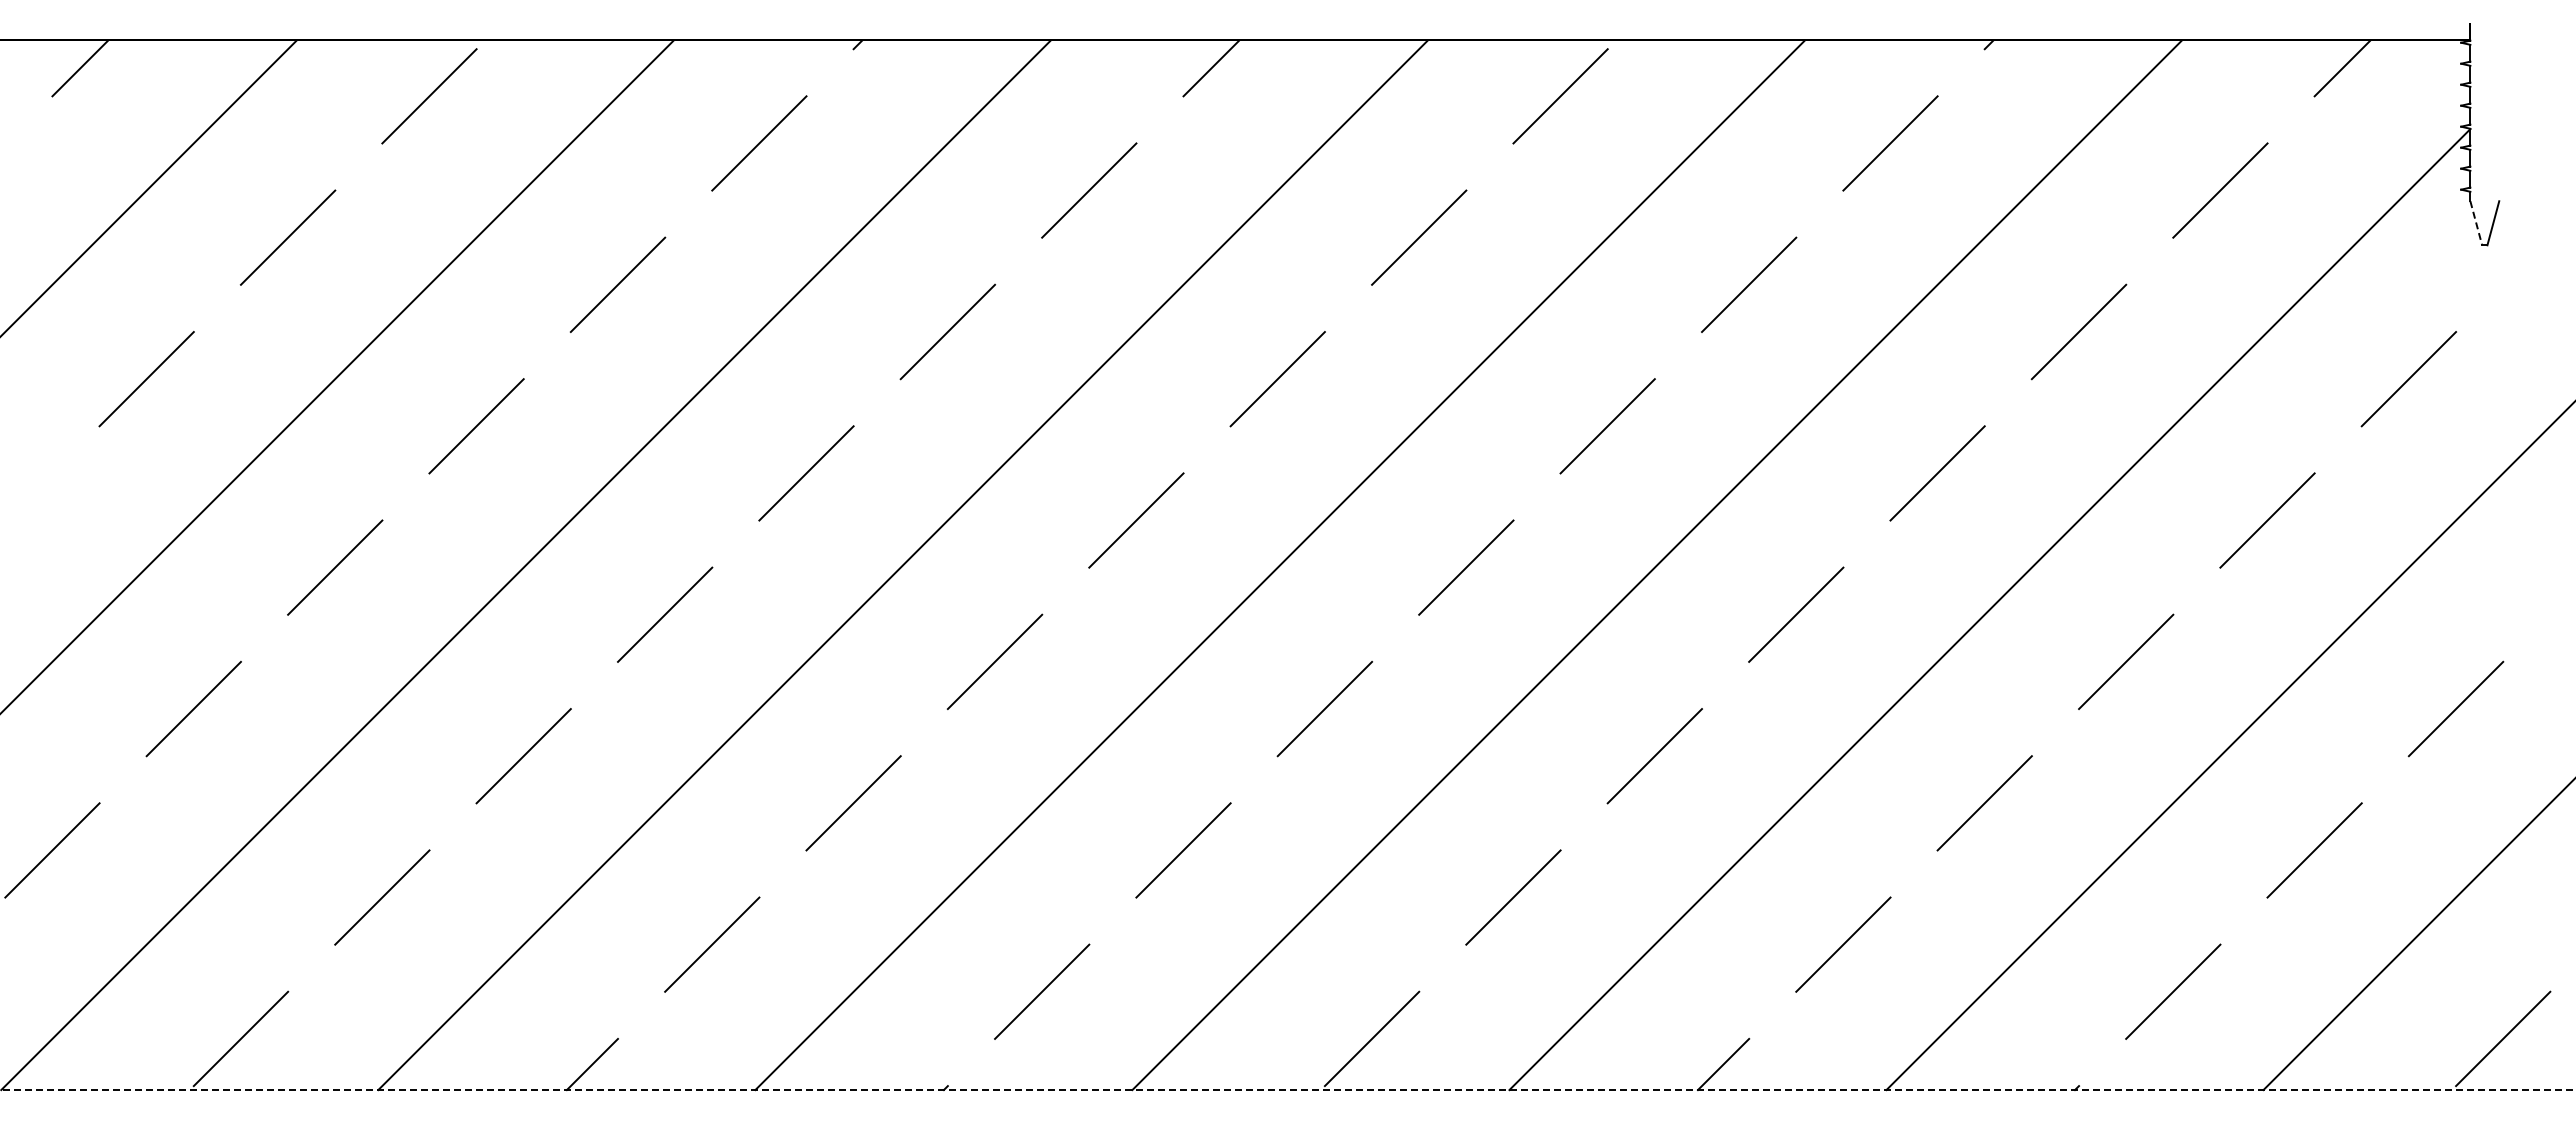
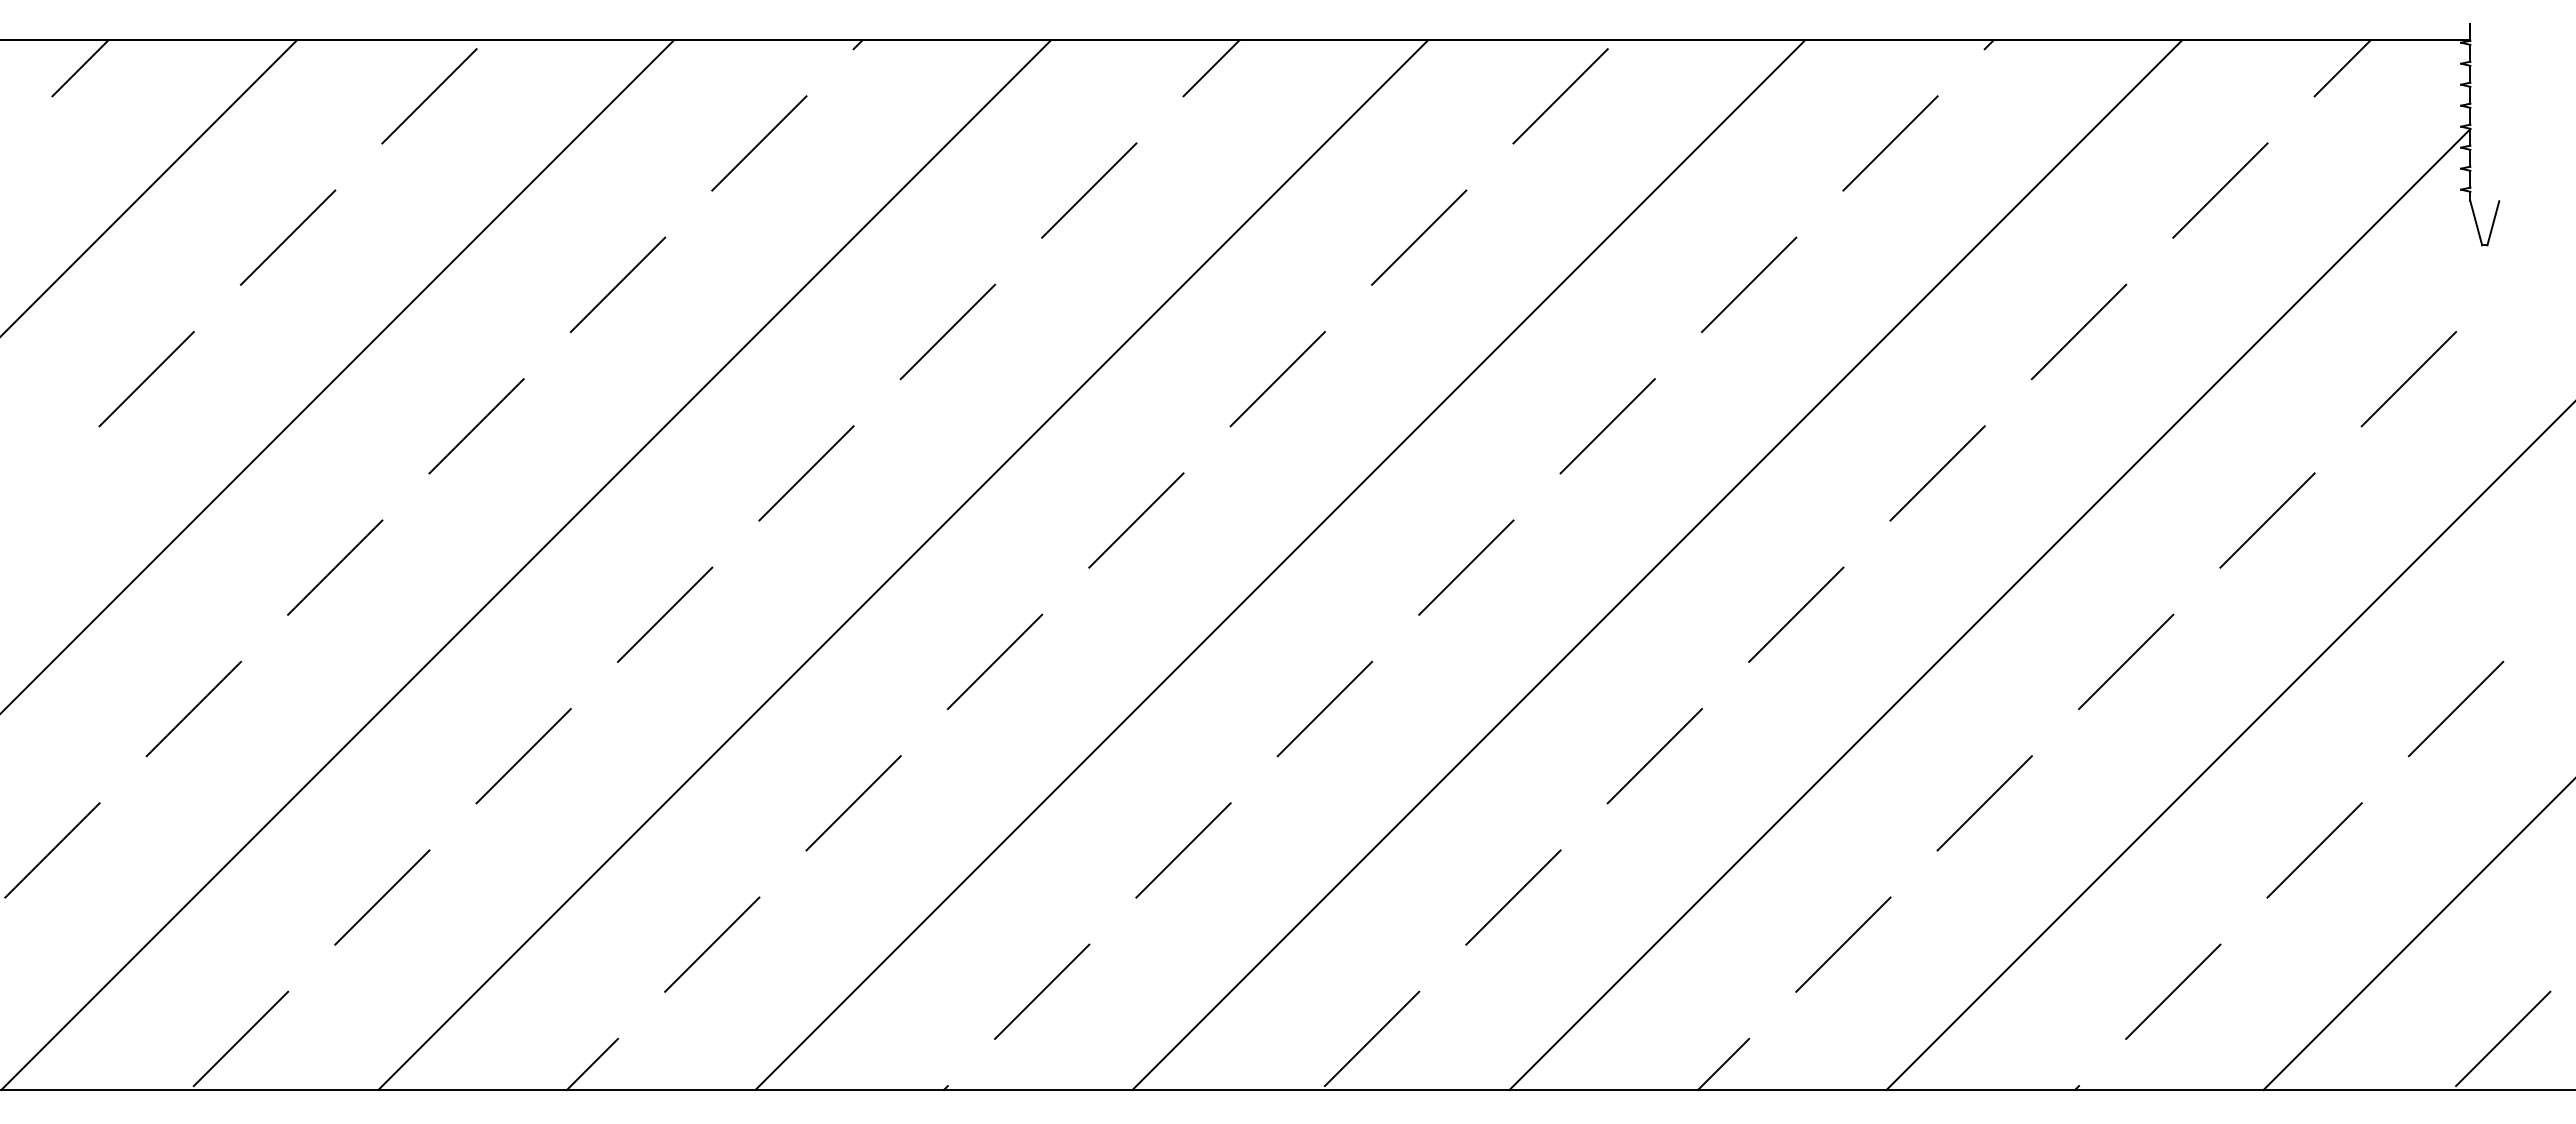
line at (2476, 223): dashed -> solid
line at (1287, 1090): dashed -> solid
